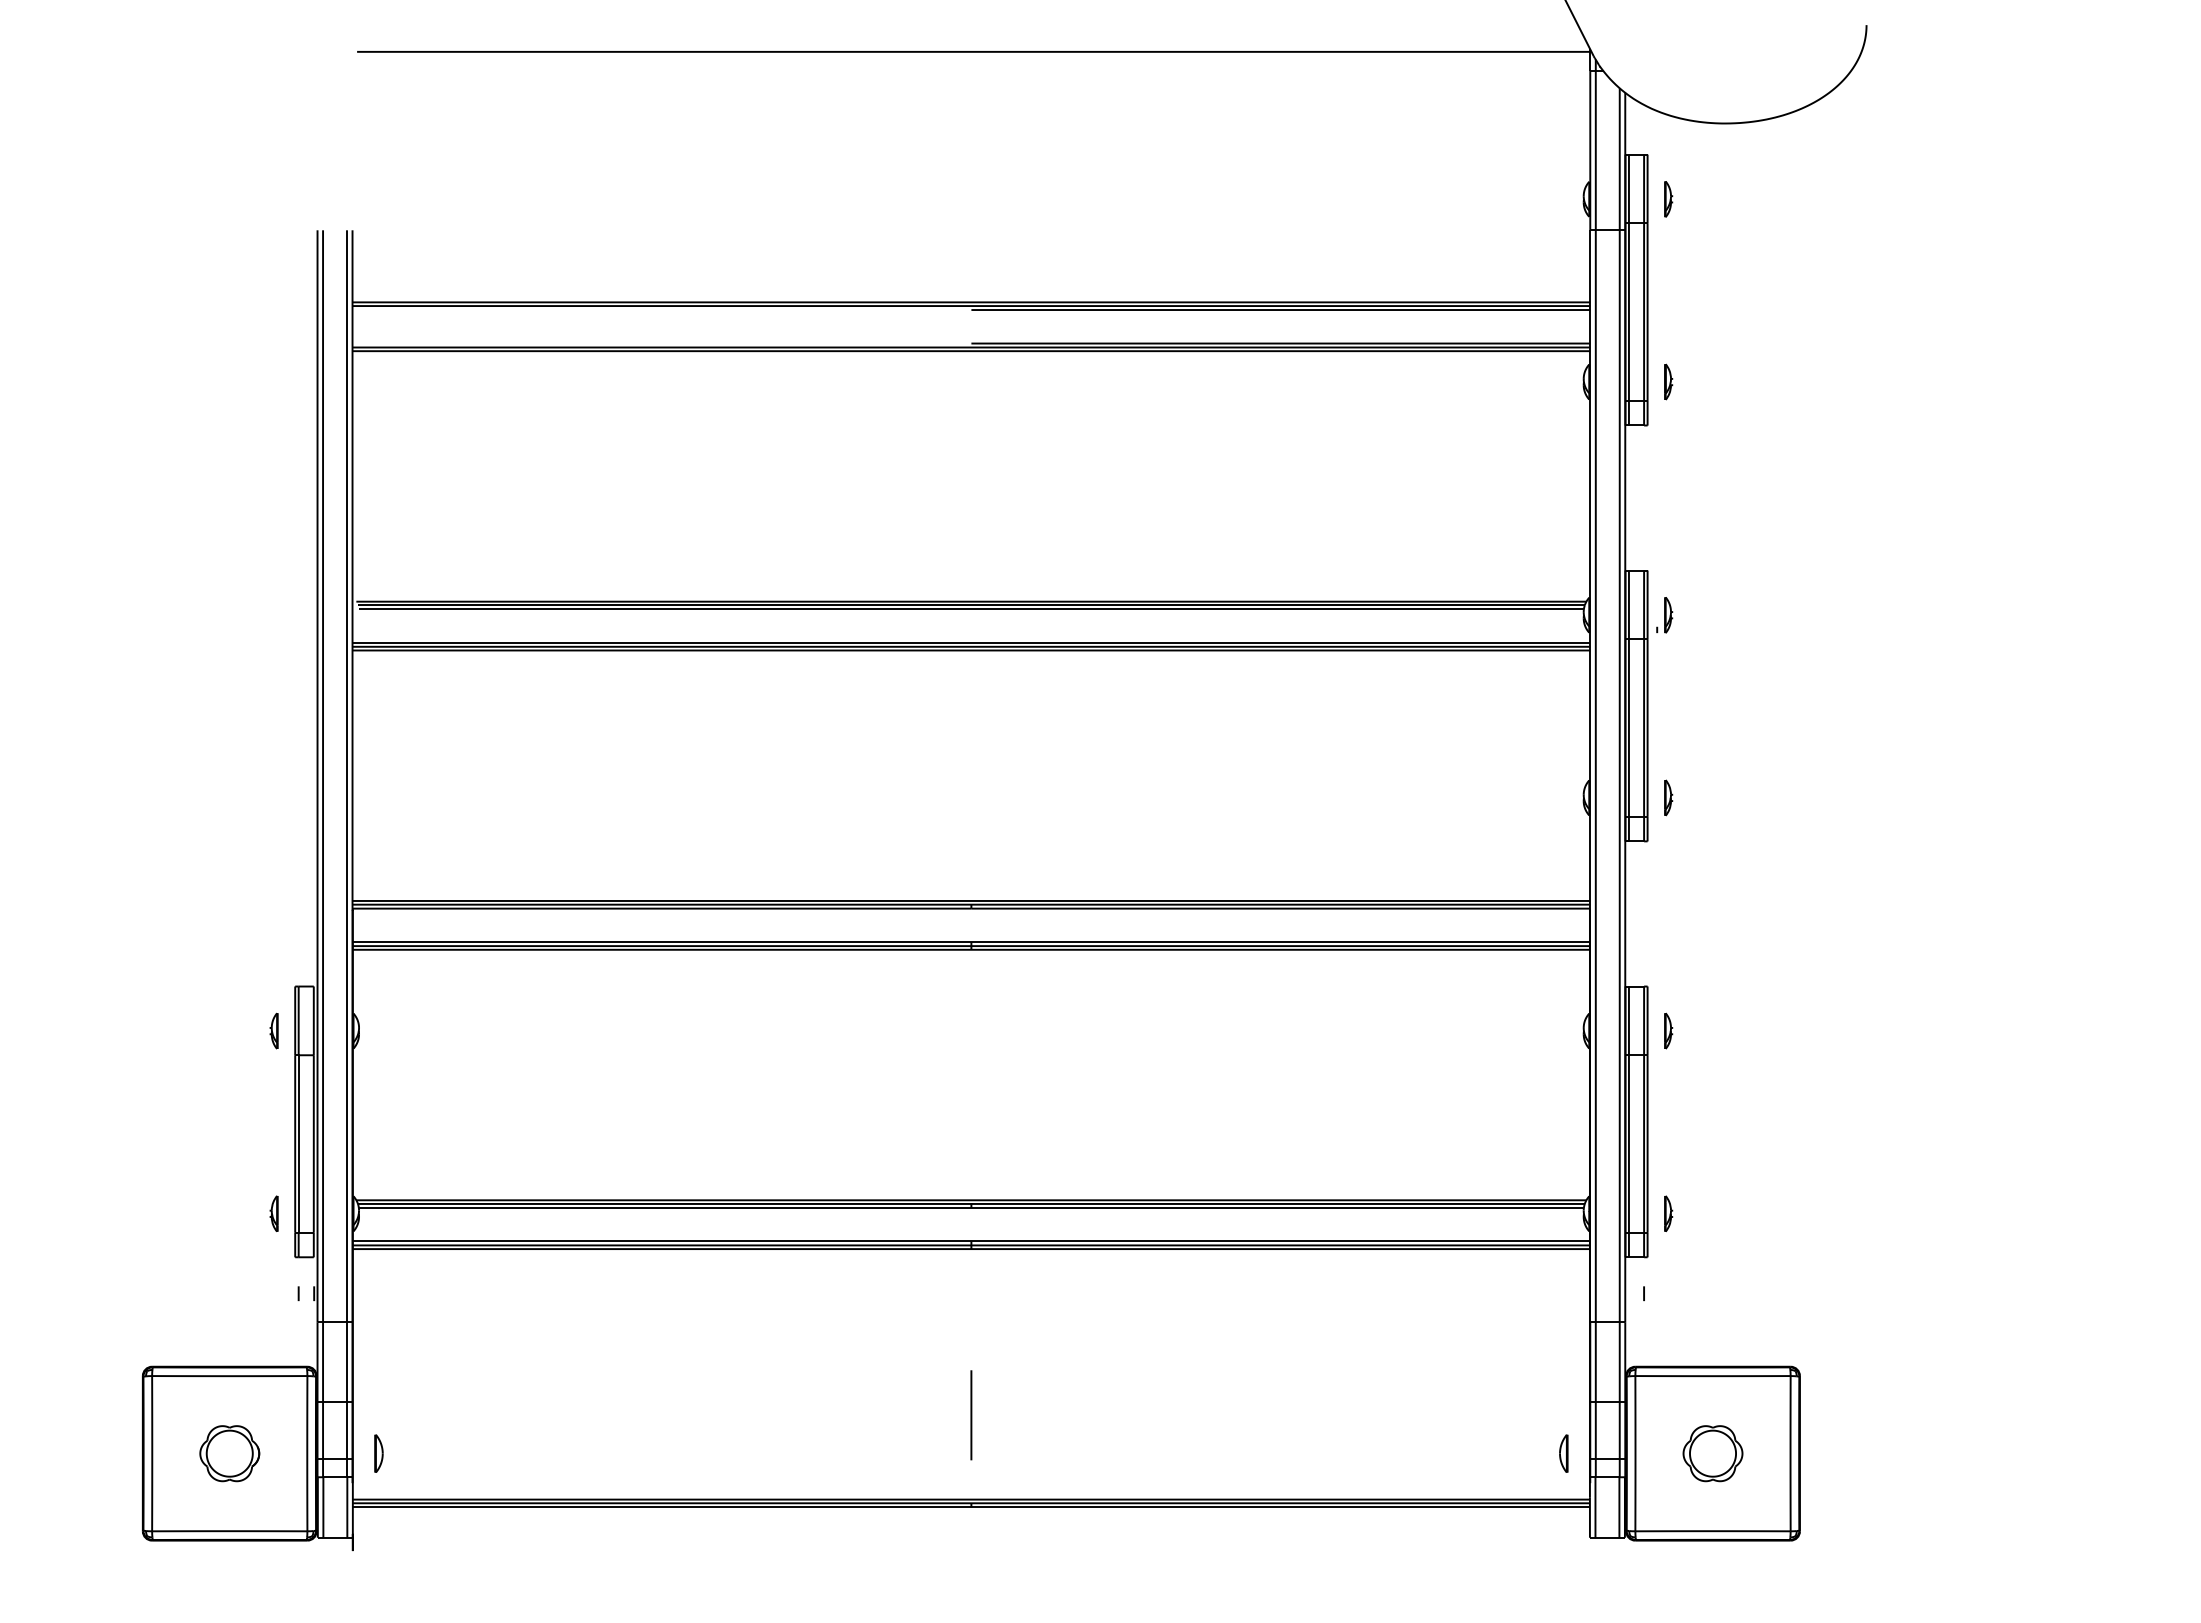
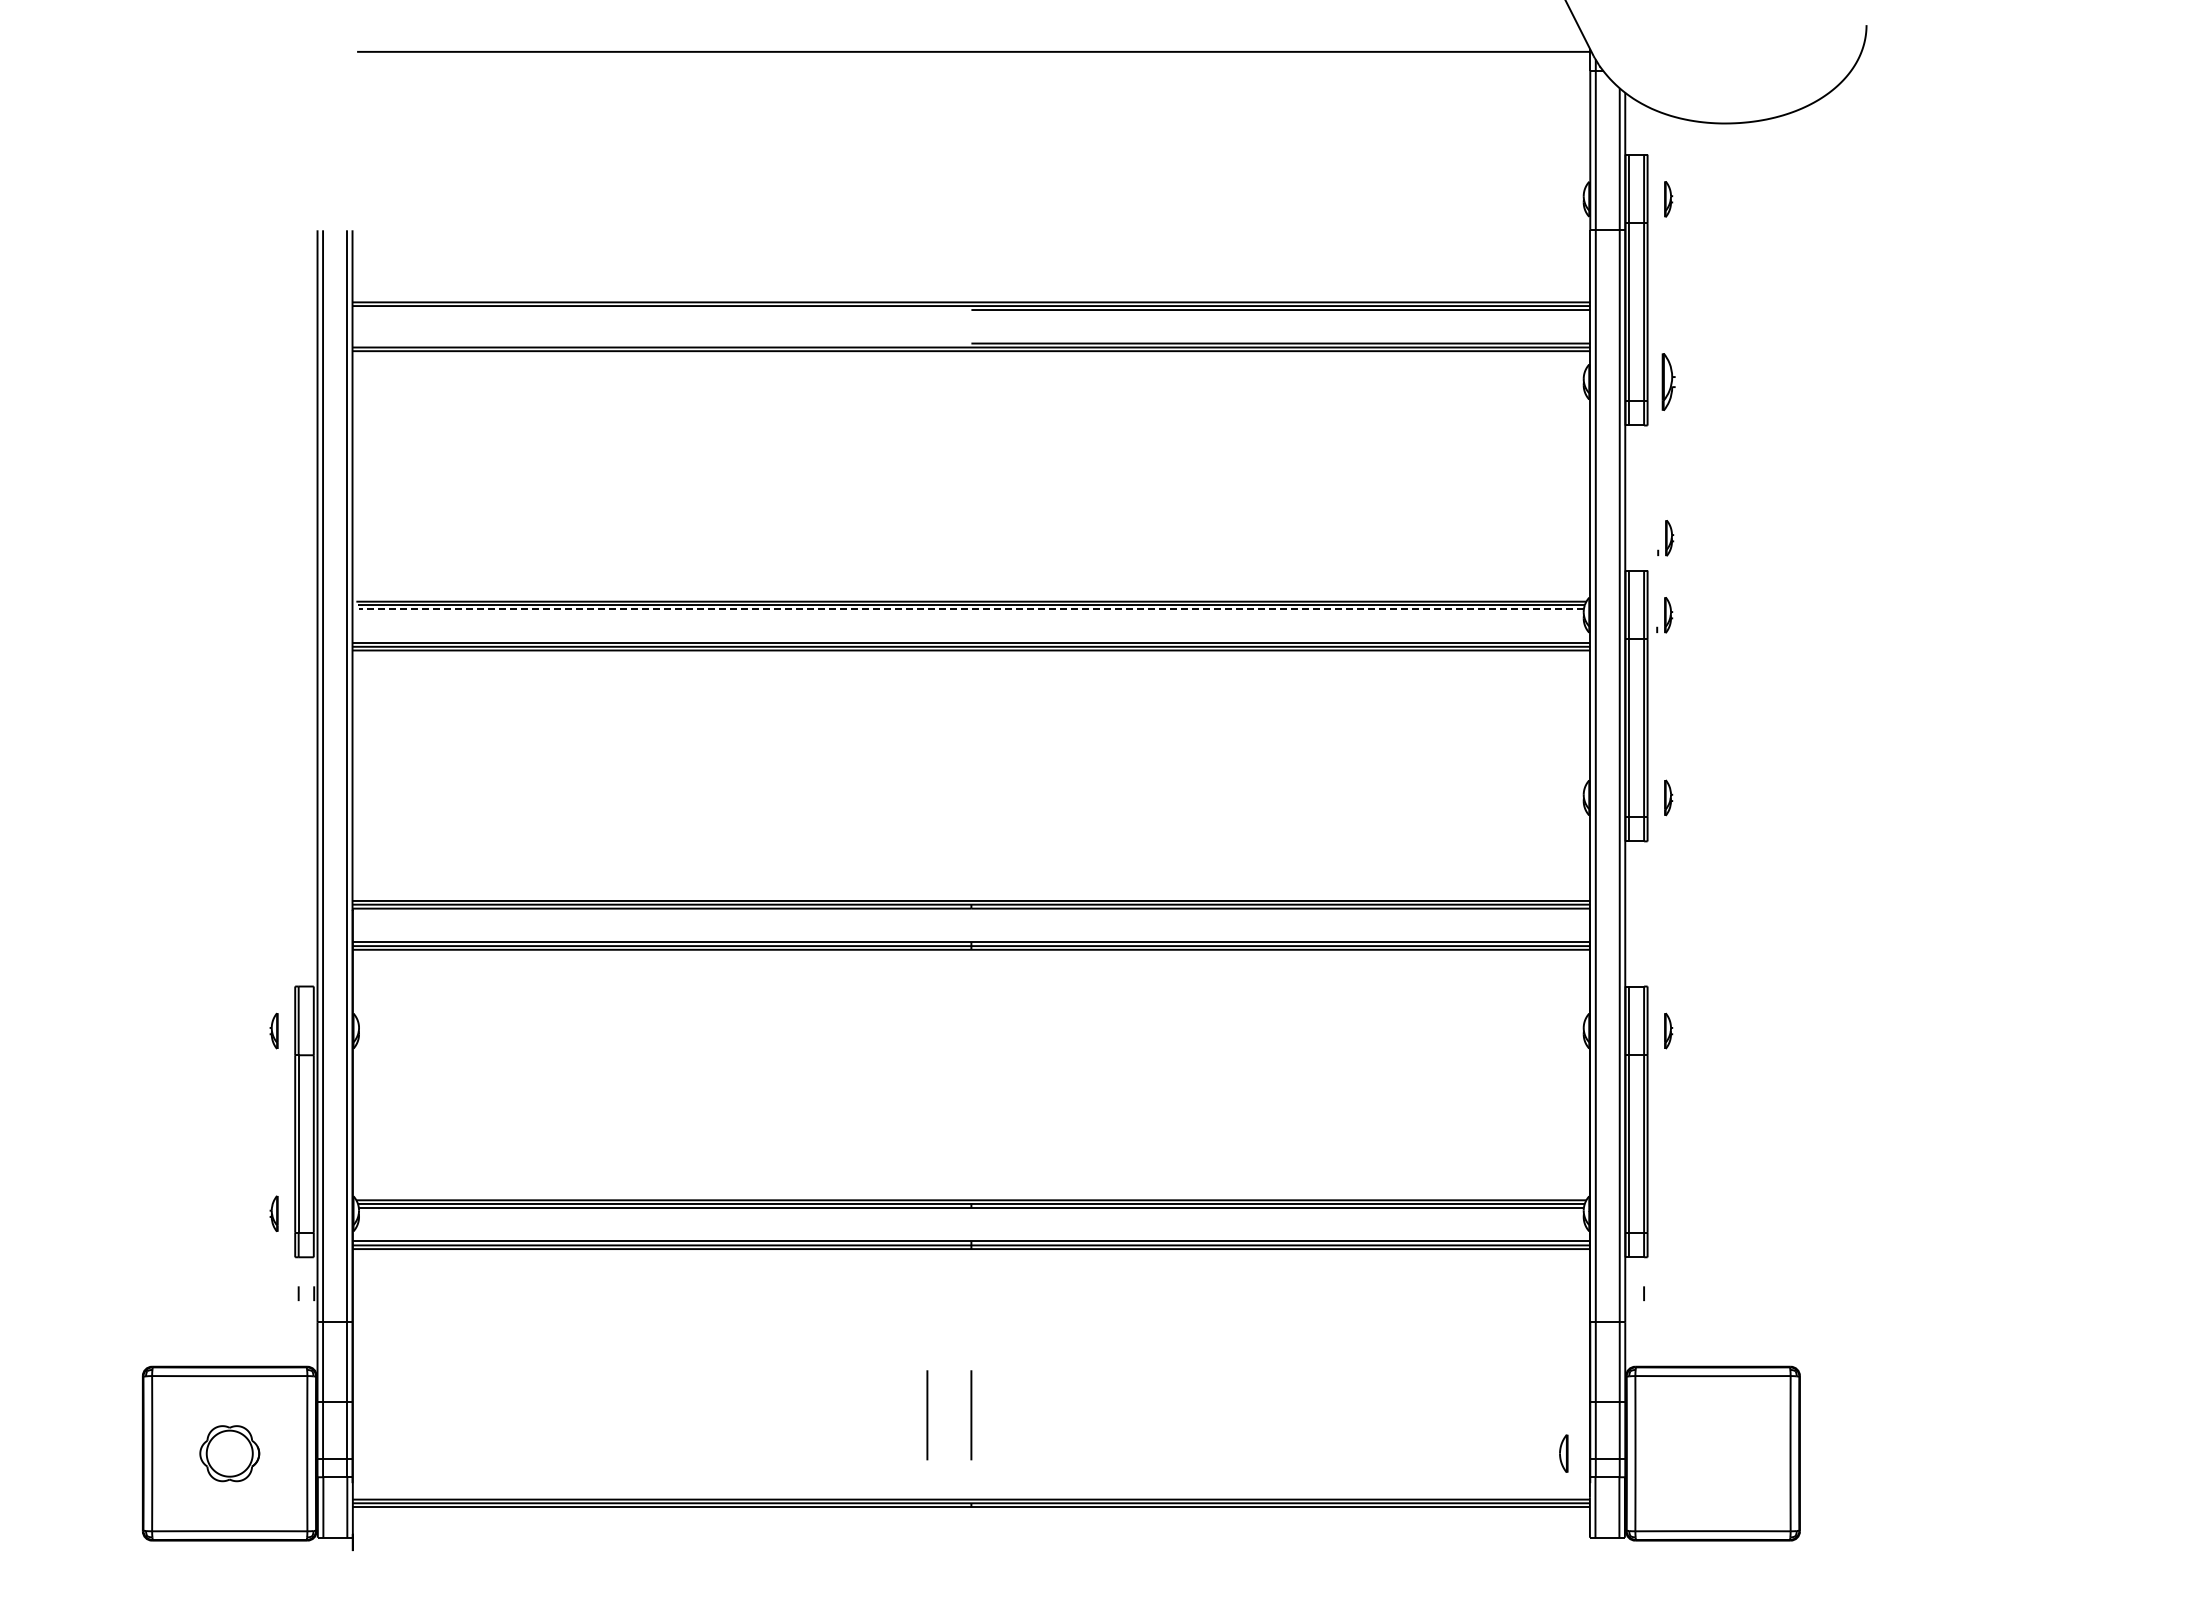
part at (1668, 381) size: 10x38 px -> 15x58 px
part at (1665, 538): none -> present
line at (971, 609): solid -> dashed
part at (1668, 1213): present -> none
line at (927, 1415): none -> present
part at (378, 1453): present -> none
part at (1712, 1453): present -> none
